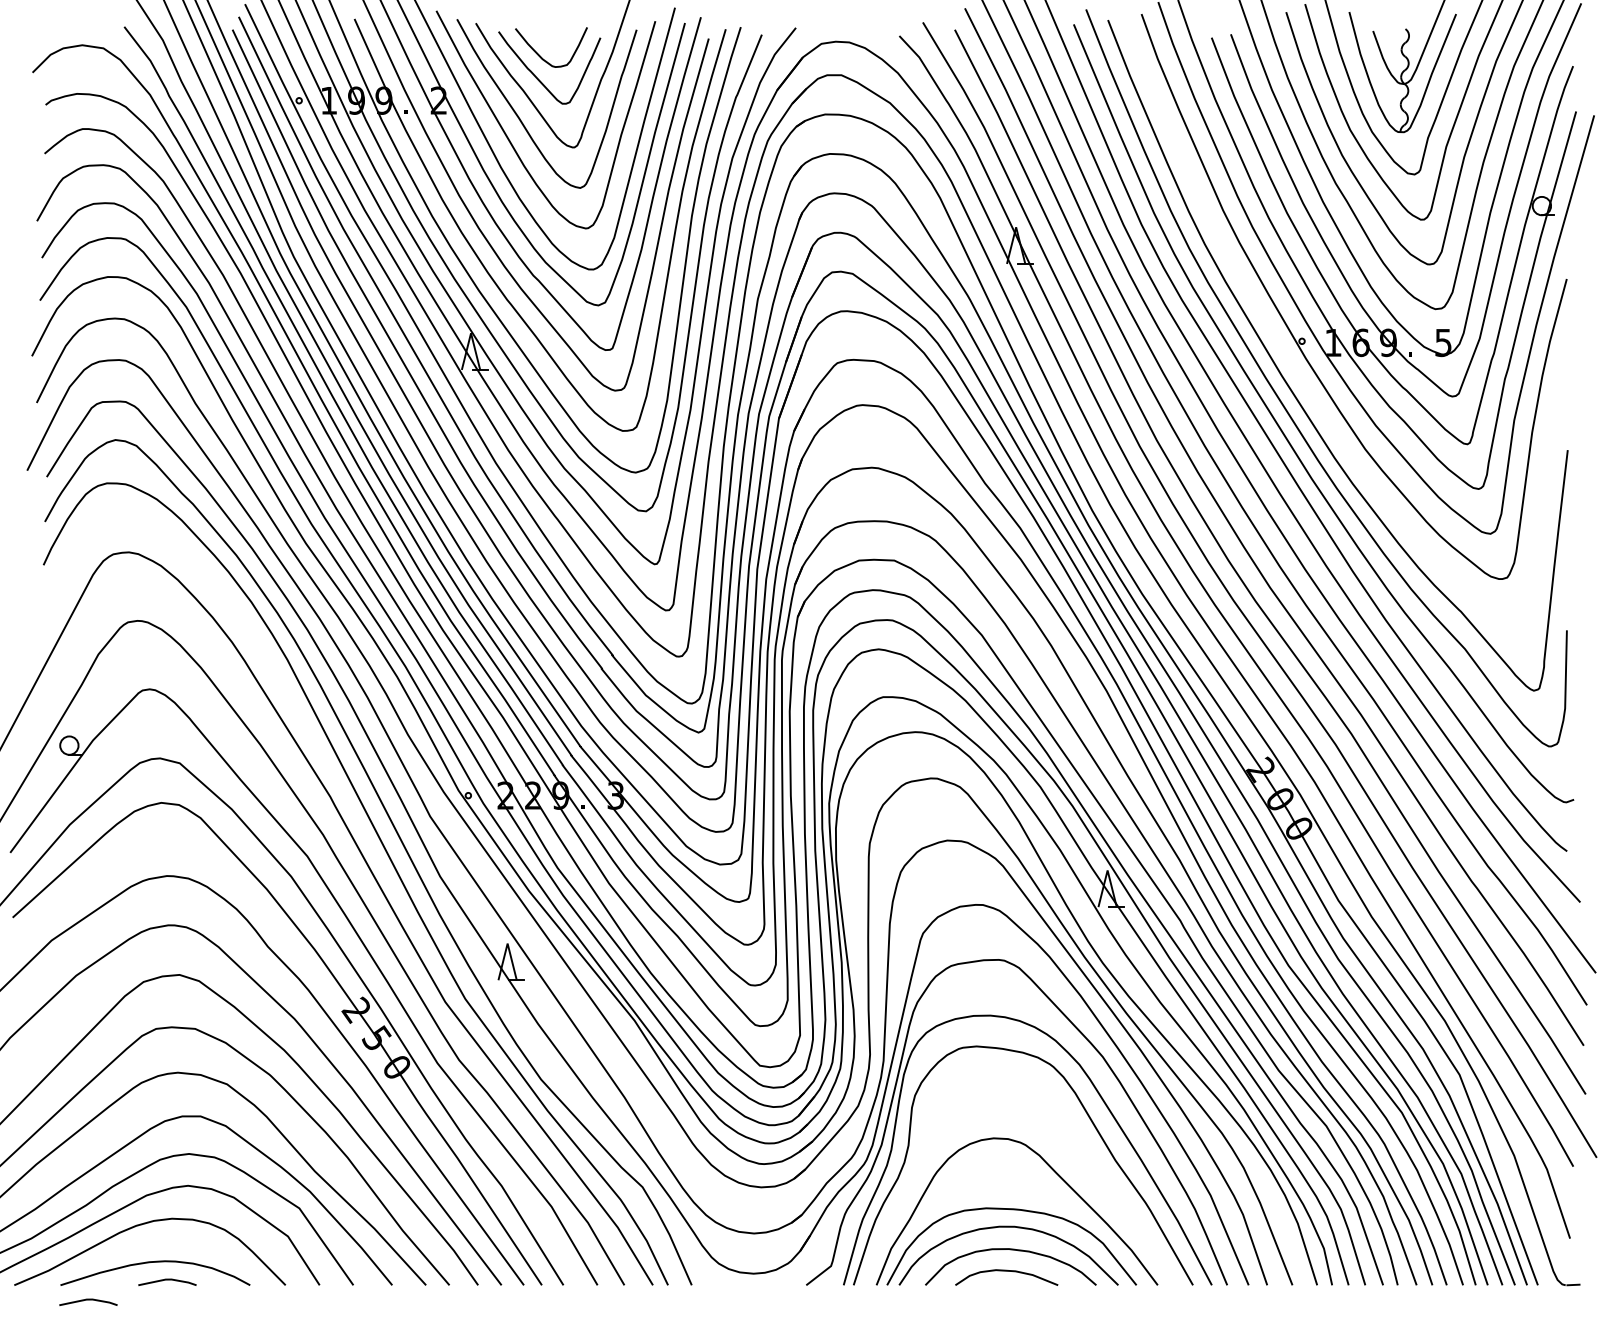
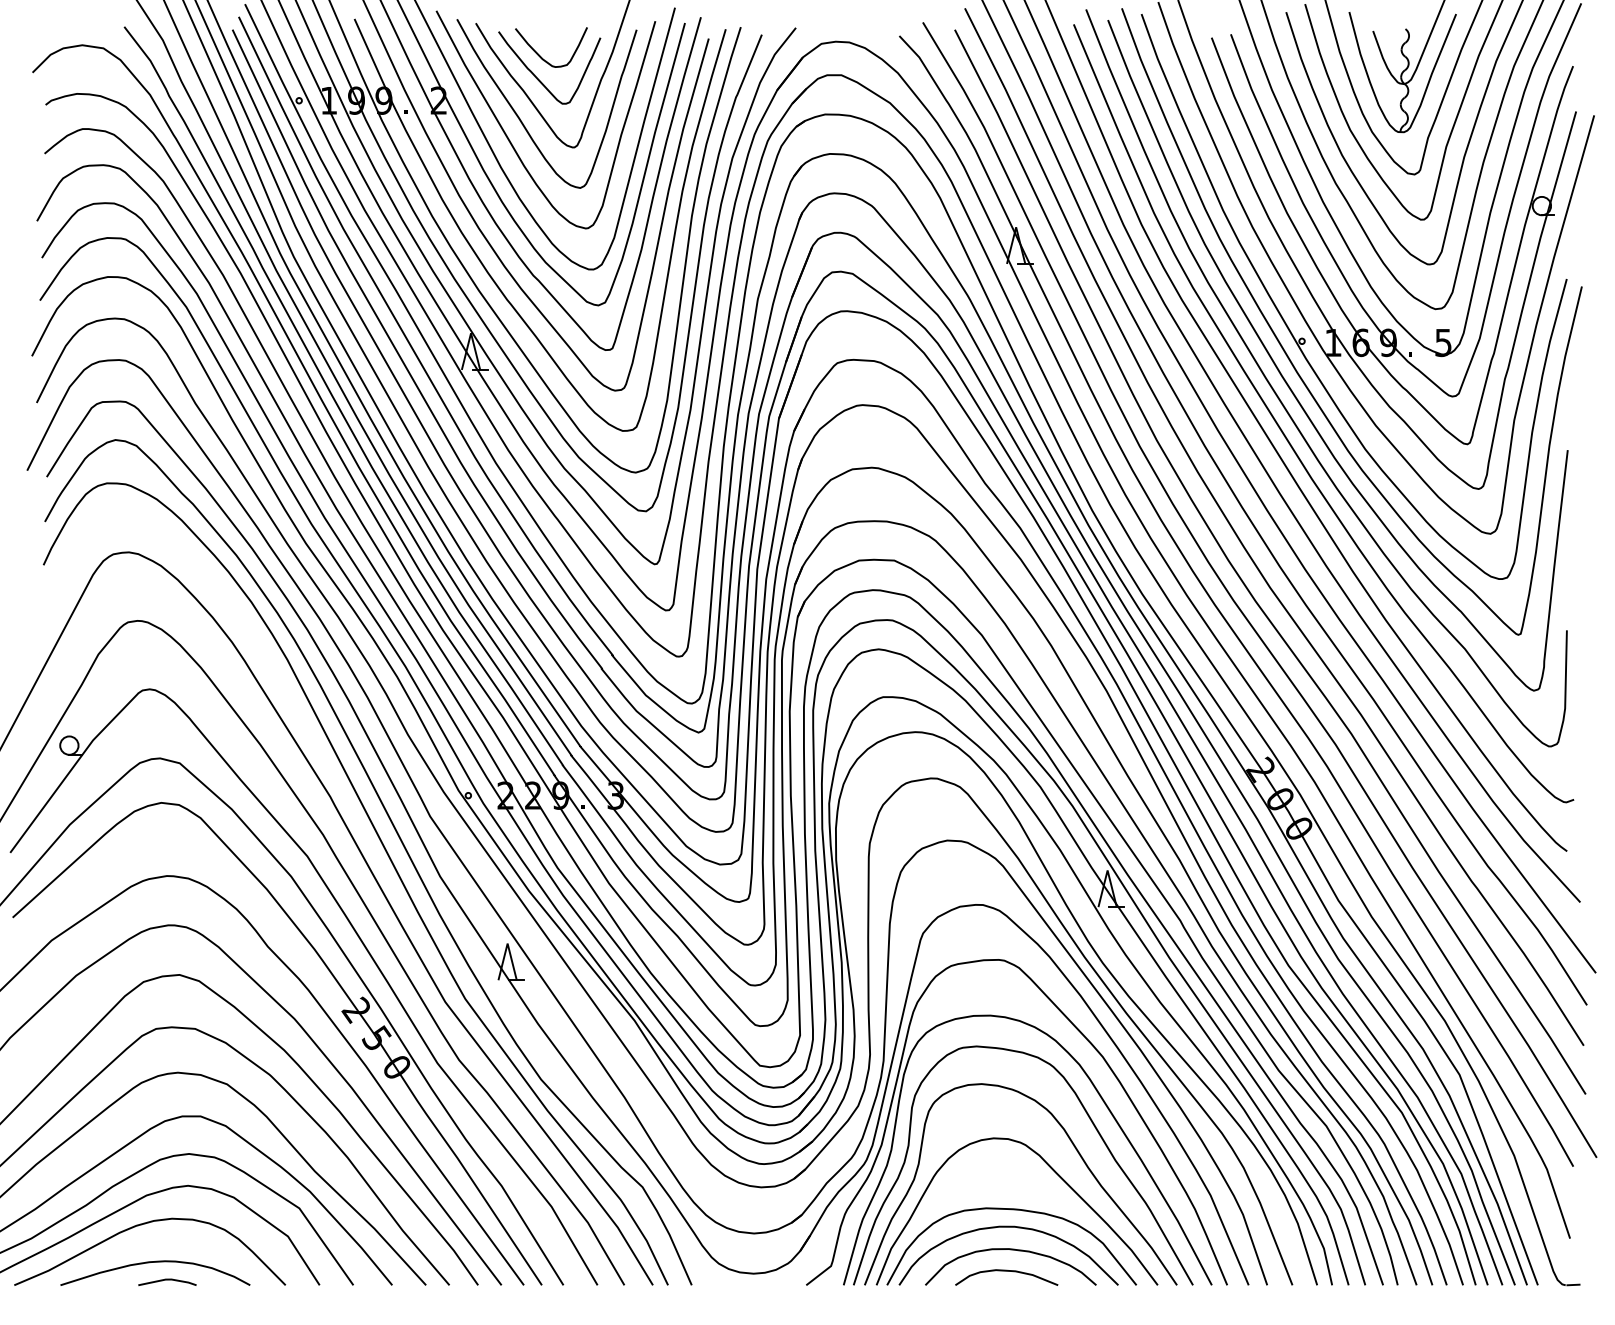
curve at (1291, 360): none -> present
curve at (1076, 1151): none -> present
curve at (88, 1300): present -> none
